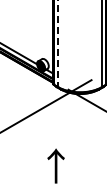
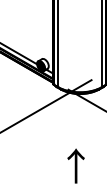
line at (58, 44): dashed -> solid
text at (55, 165) position: (55, 165) -> (75, 165)
